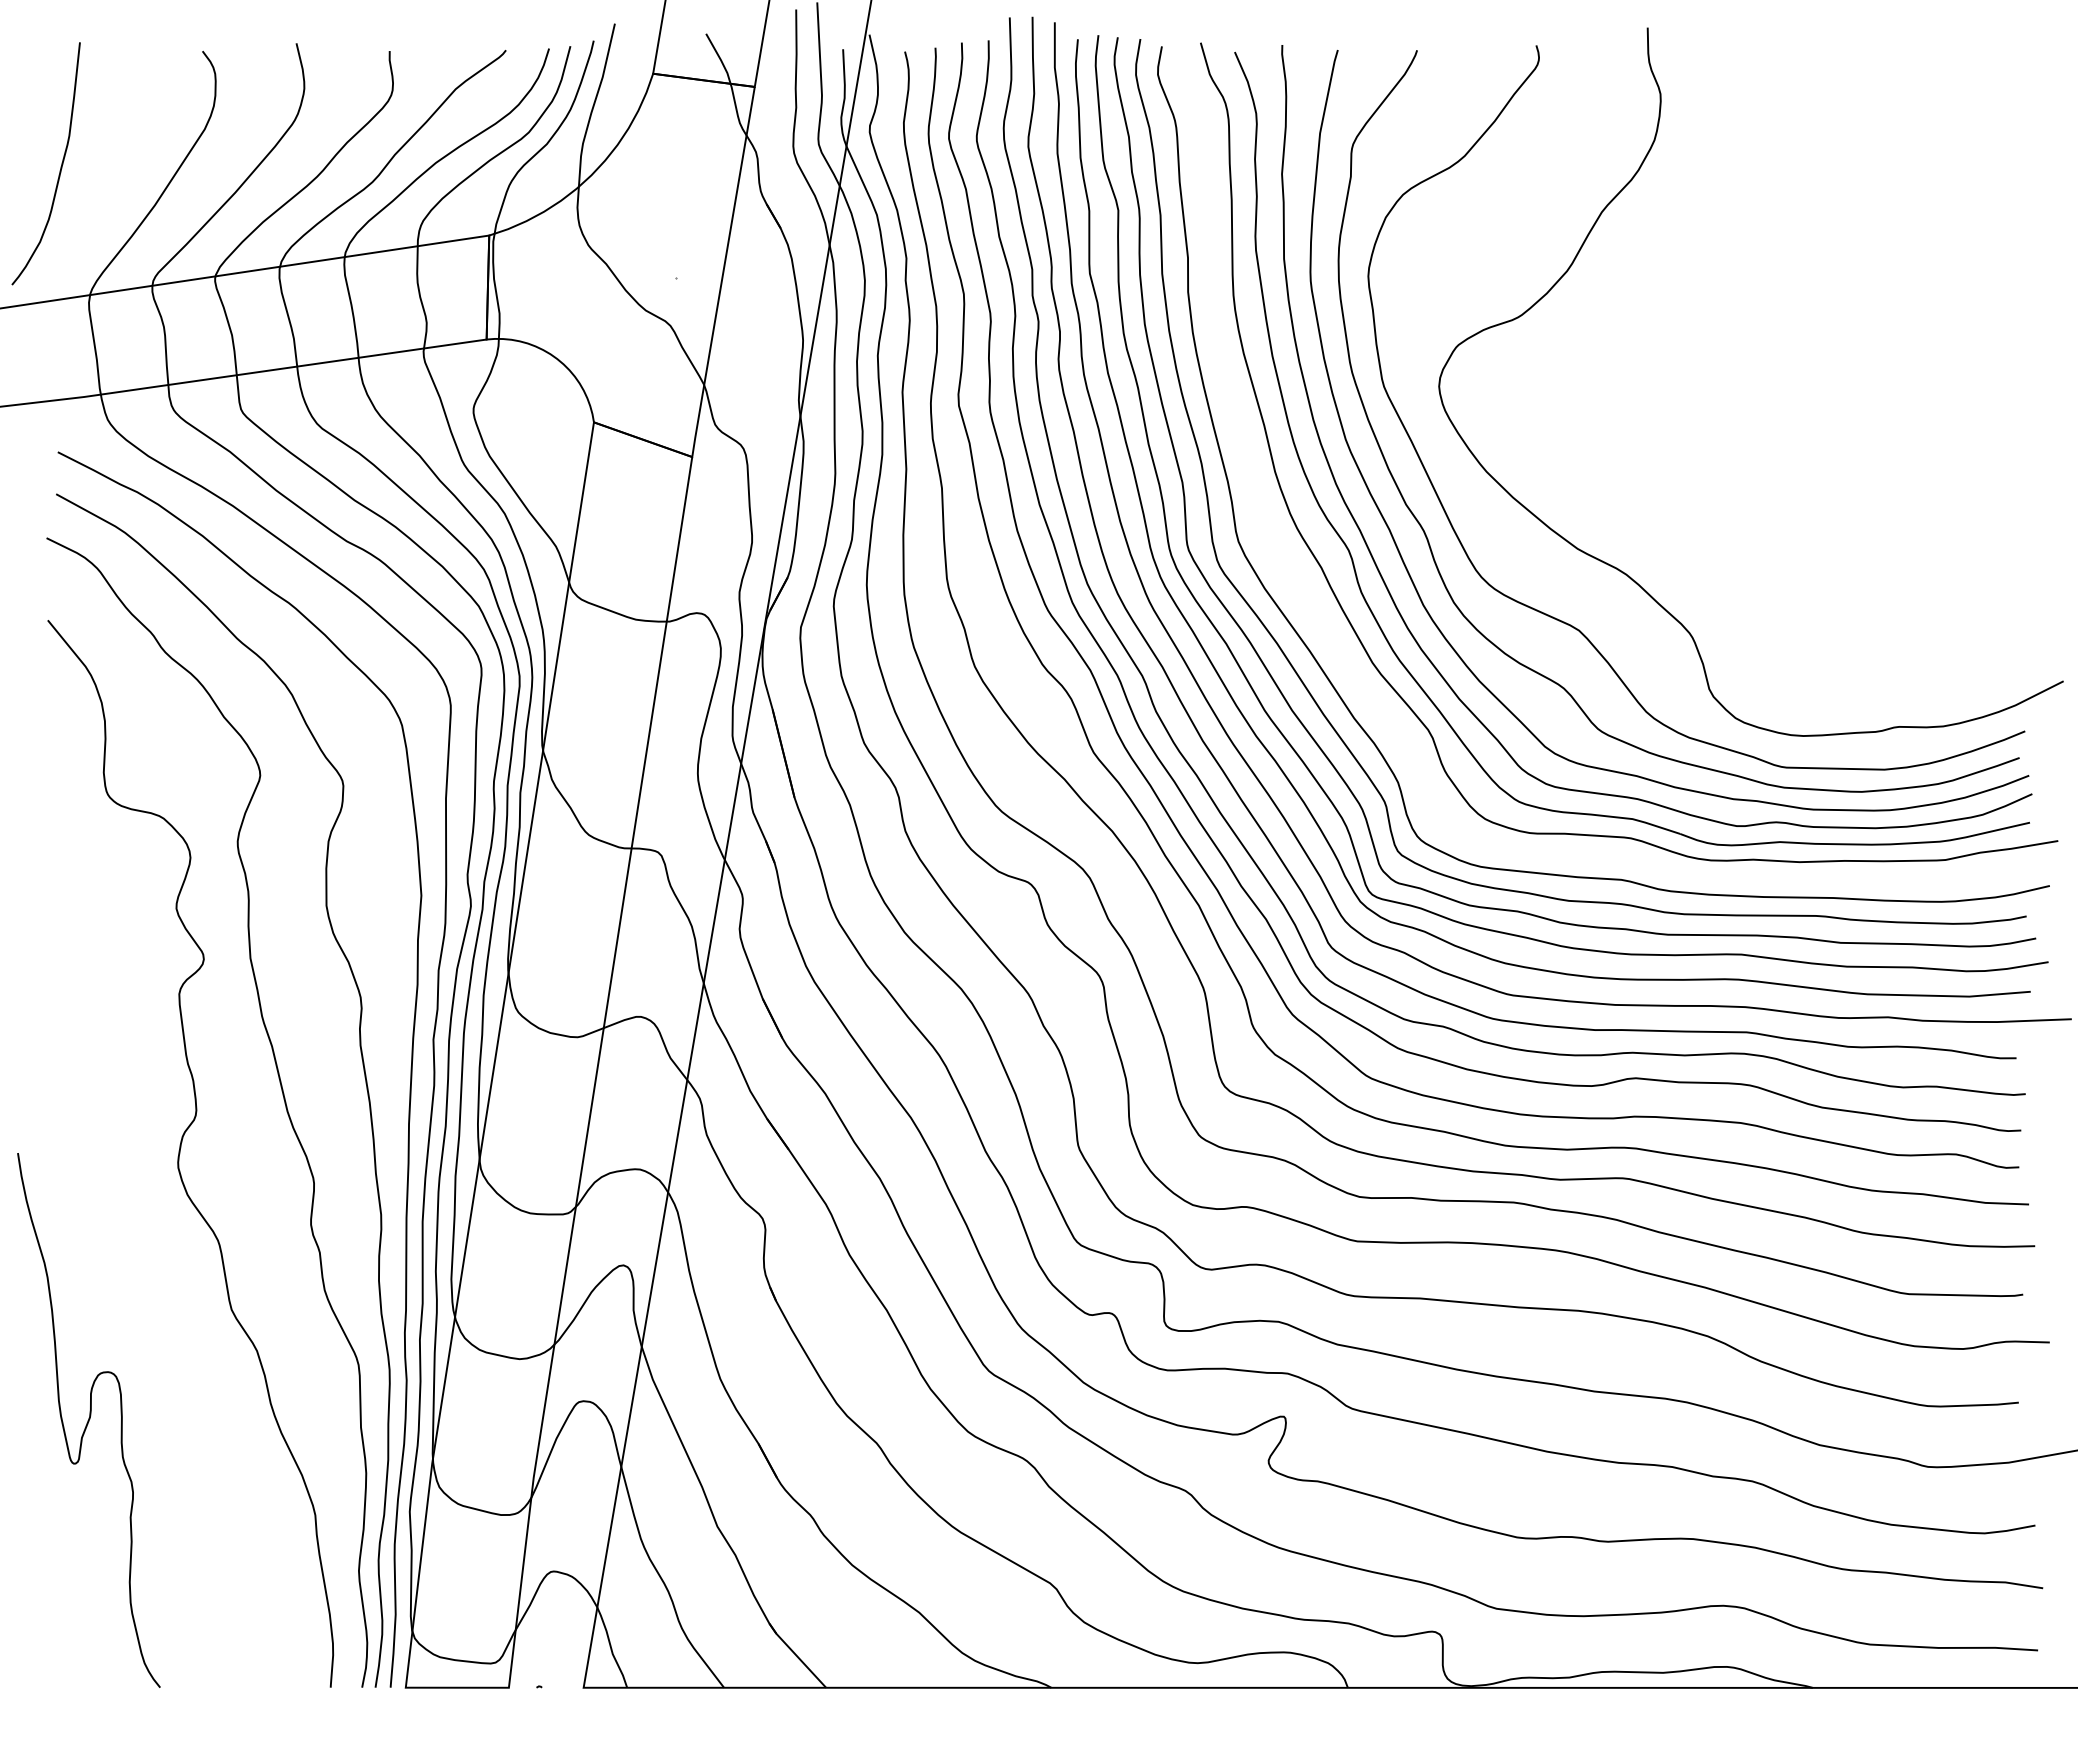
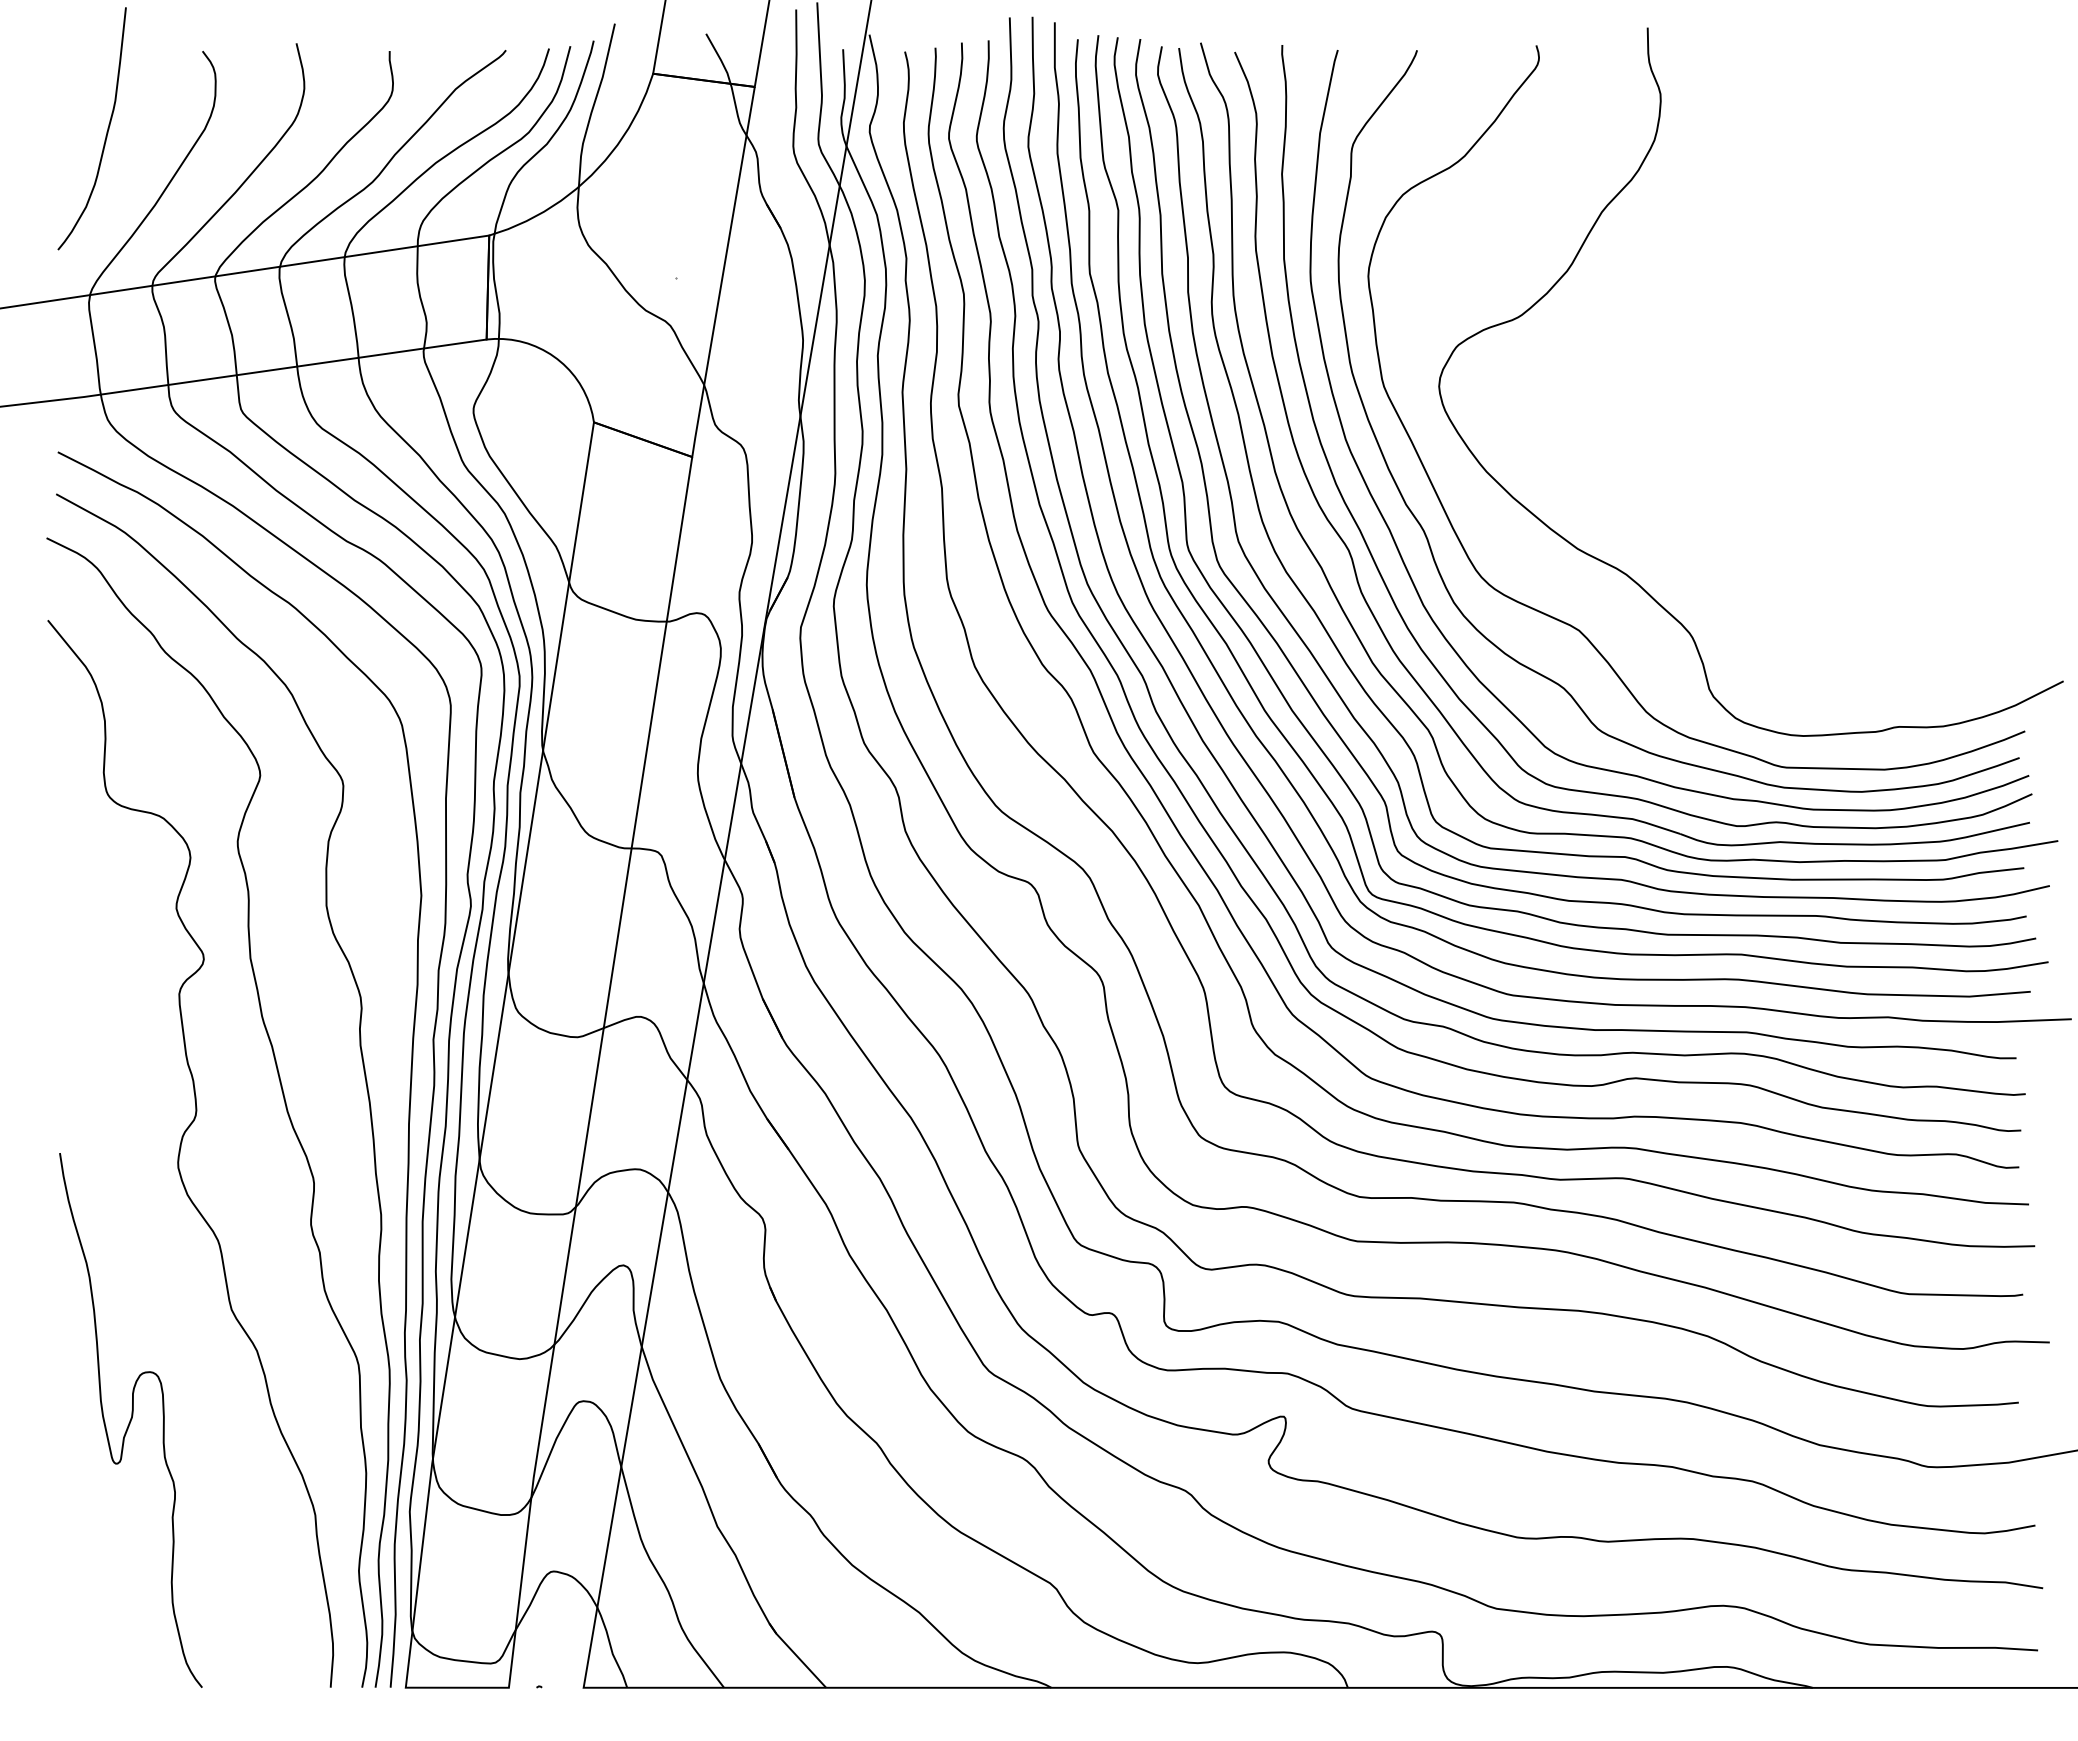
curve at (60, 166) position: (60, 166) -> (106, 131)
curve at (1330, 635): none -> present
curve at (88, 1420) position: (88, 1420) -> (130, 1420)
